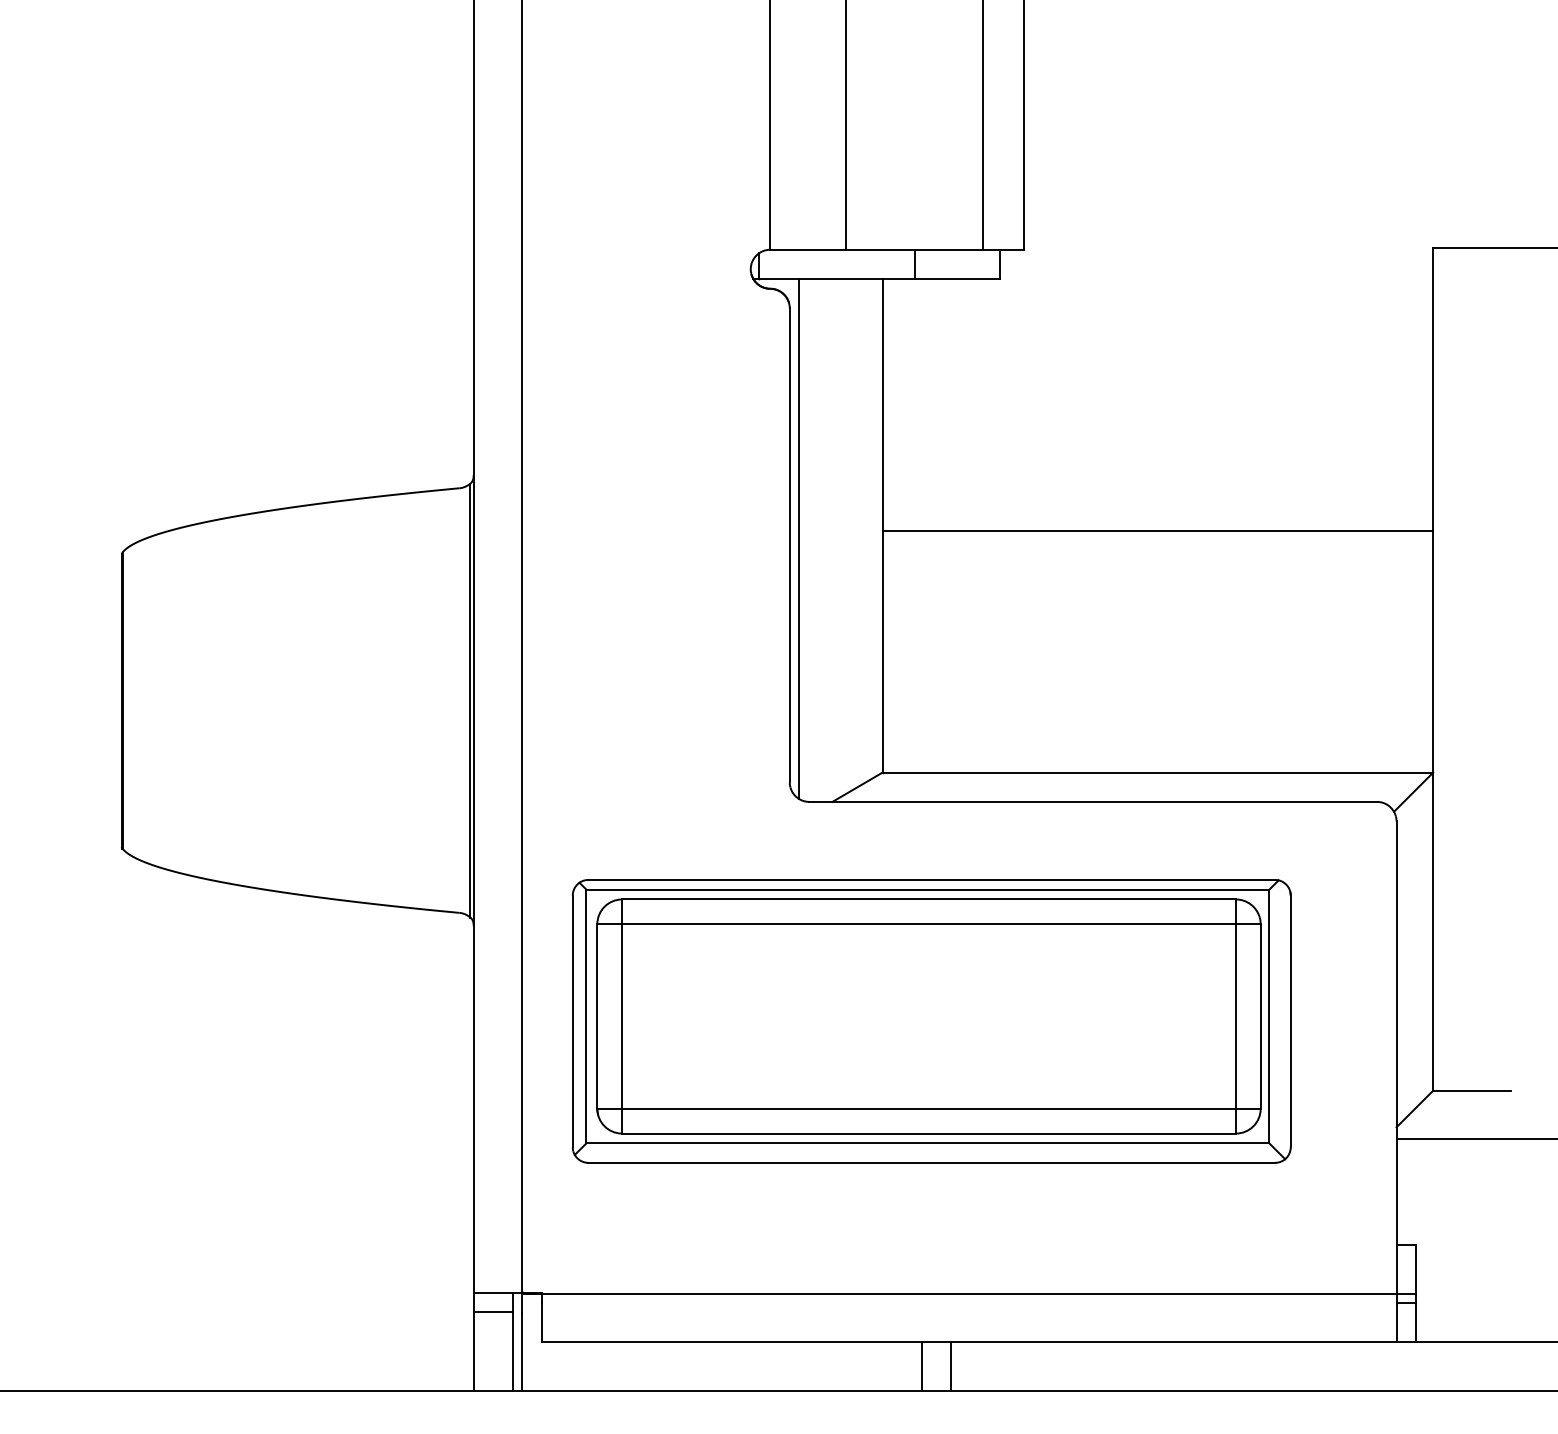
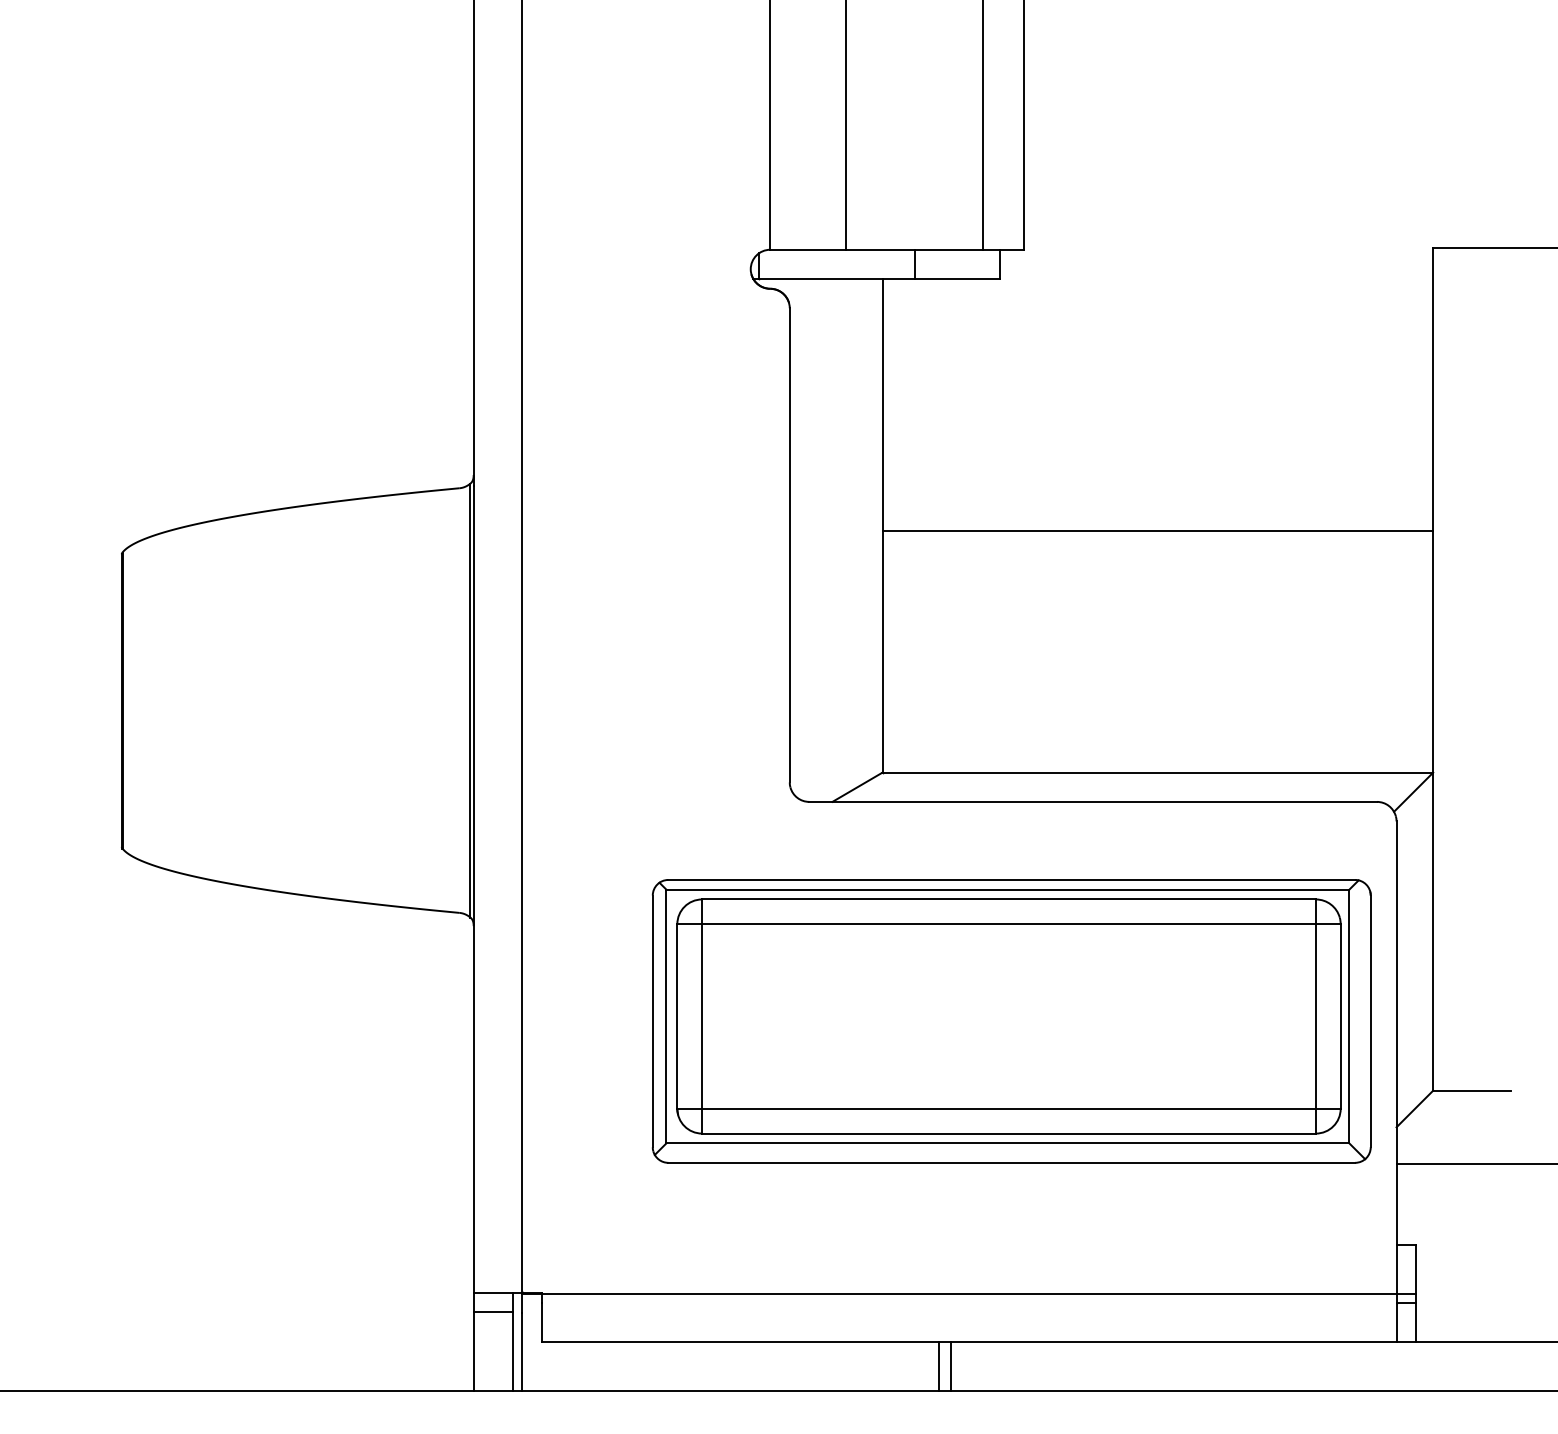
line at (799, 539): present -> none
part at (931, 1021) position: (931, 1021) -> (1011, 1021)
line at (1475, 1139) position: (1475, 1139) -> (1475, 1164)
line at (922, 1366) position: (922, 1366) -> (939, 1366)
